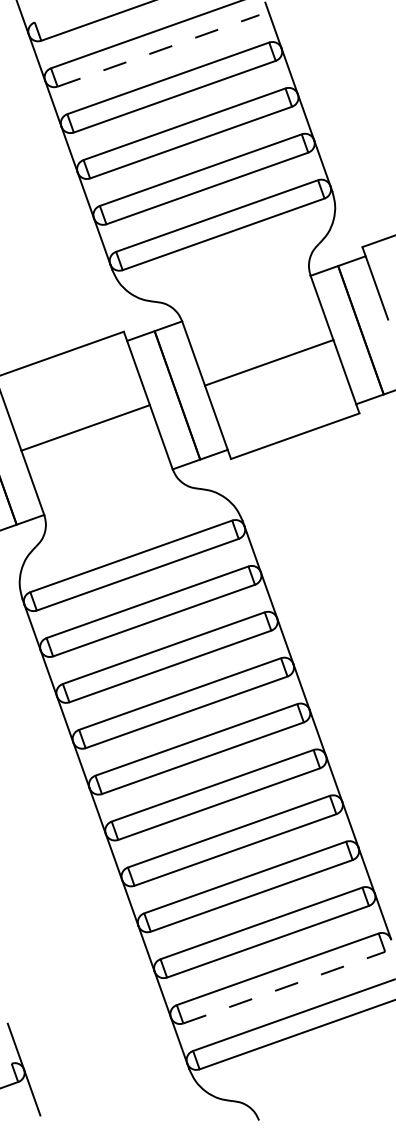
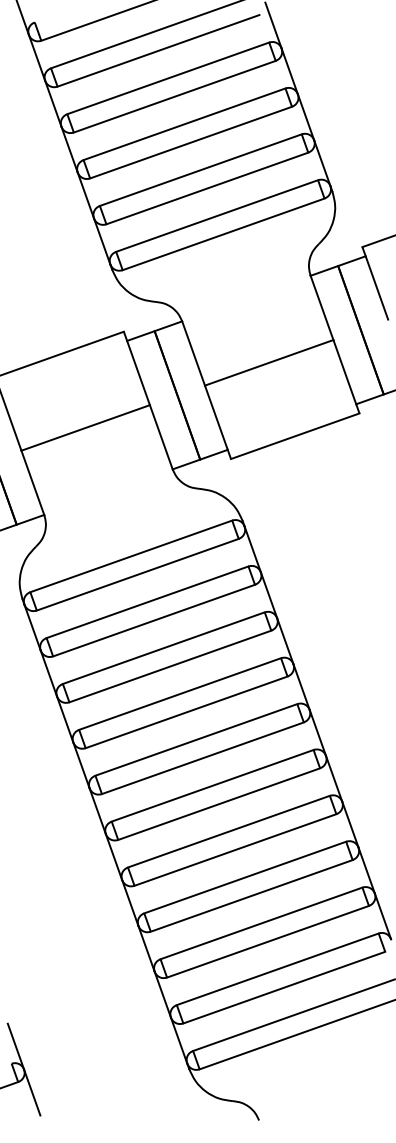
line at (158, 50): dashed -> solid
line at (284, 987): dashed -> solid
